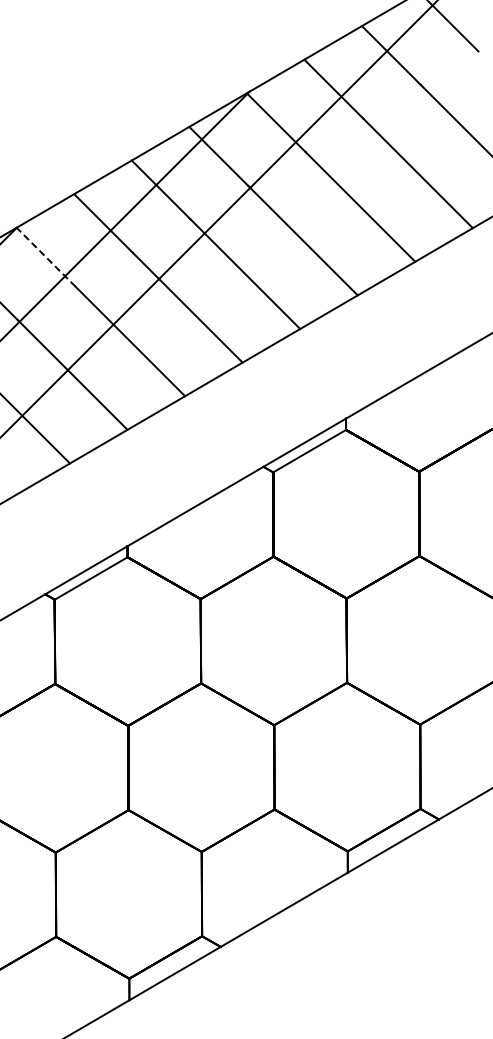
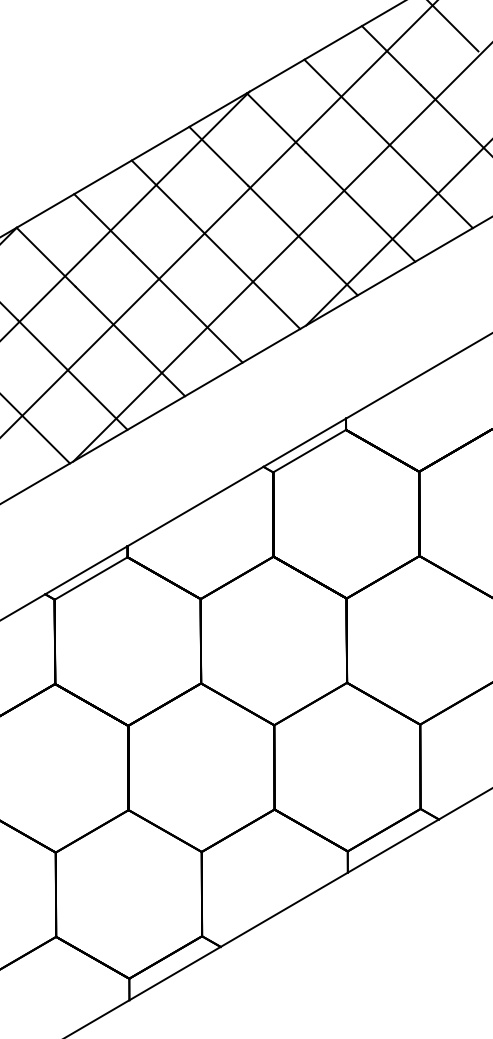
line at (397, 233): none -> present
line at (281, 253): none -> present
line at (46, 257): dashed -> solid
